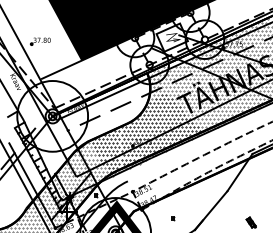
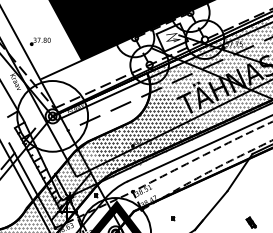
line at (198, 148): none -> present
